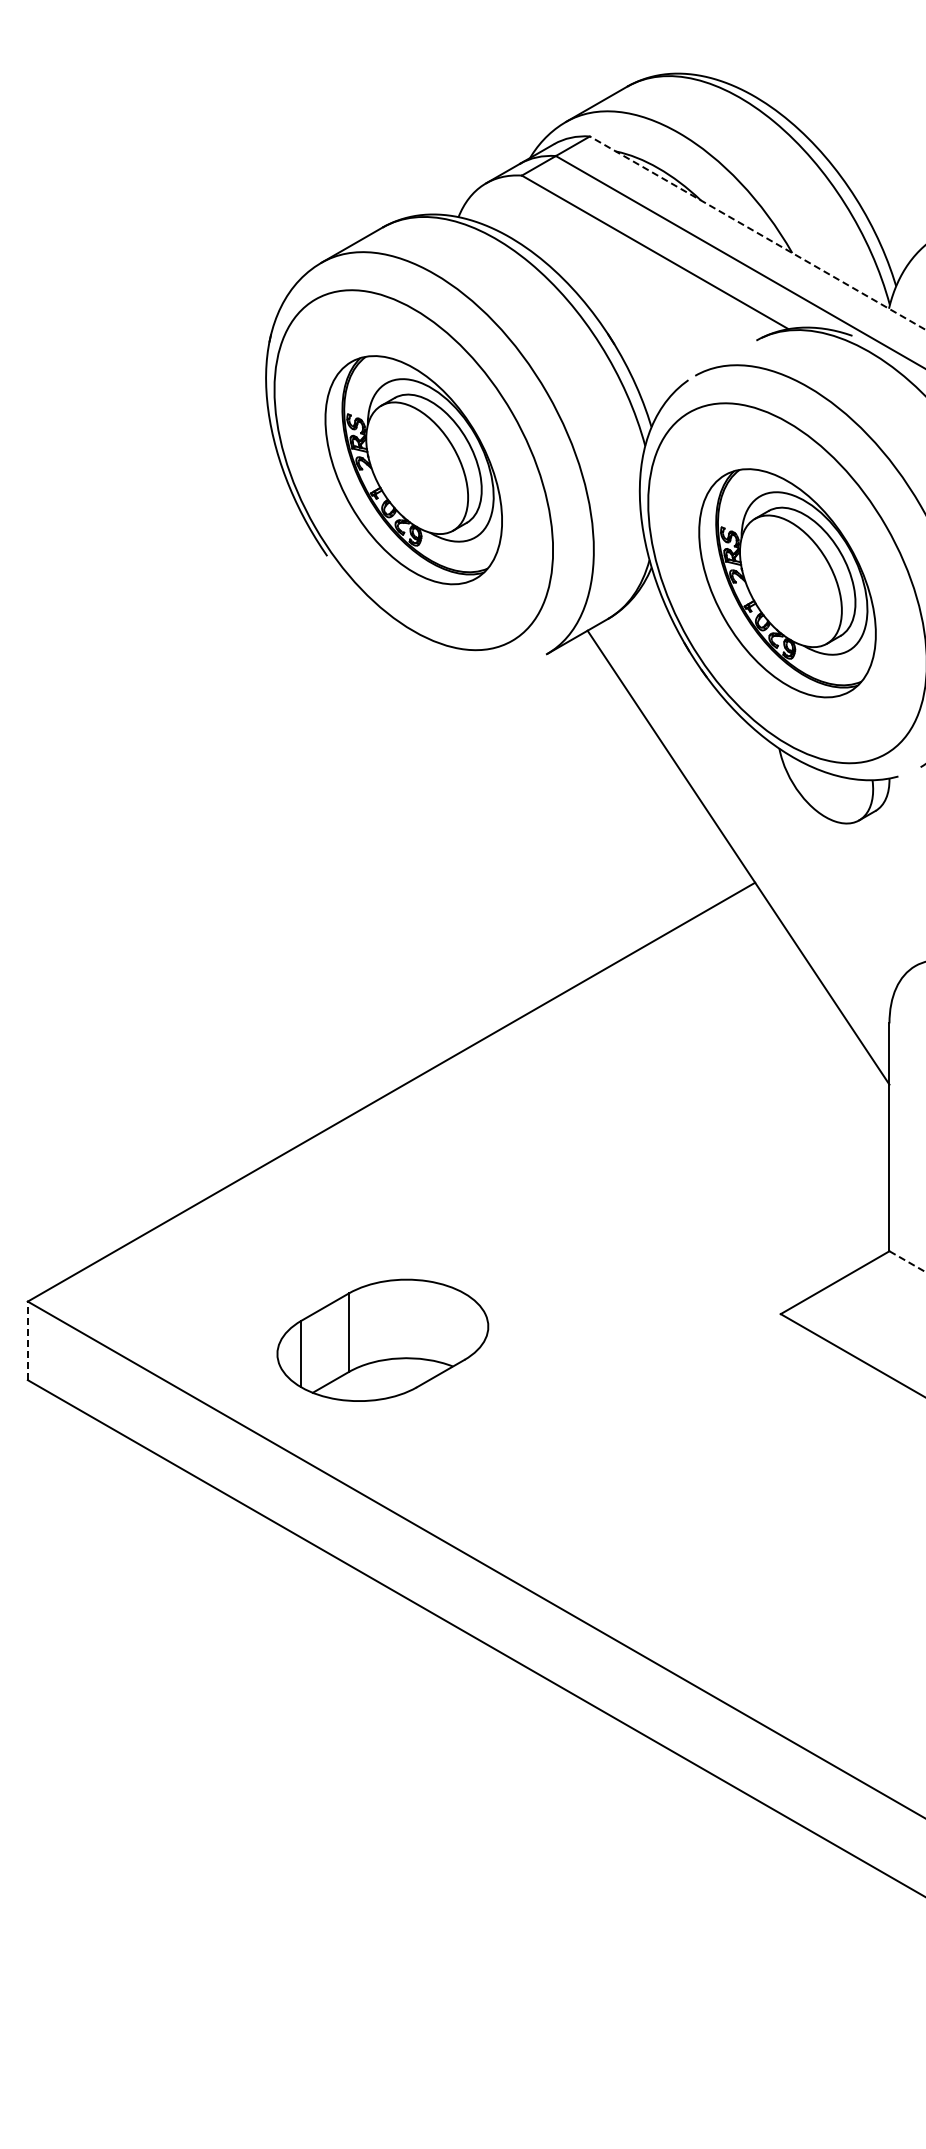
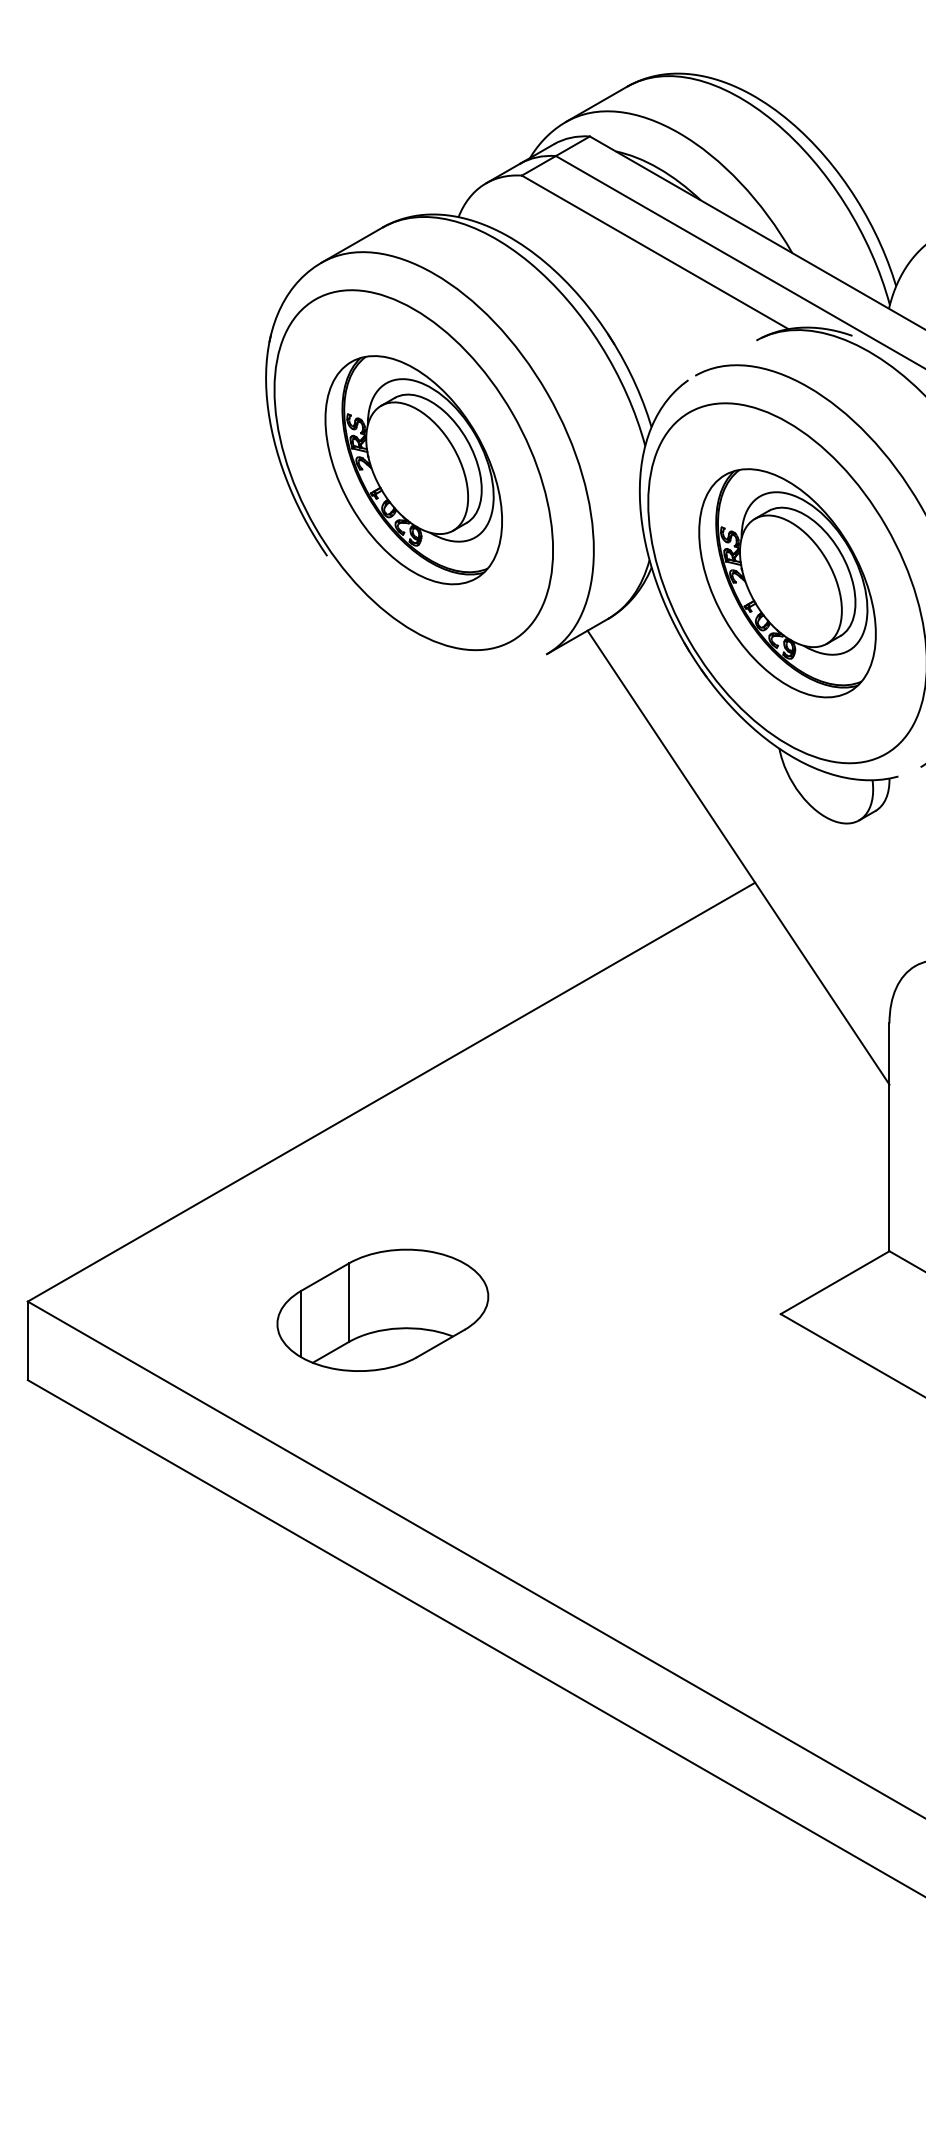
line at (757, 232): dashed -> solid
line at (907, 1261): dashed -> solid
part at (382, 1339) position: (382, 1339) -> (382, 1309)
line at (27, 1340): dashed -> solid
